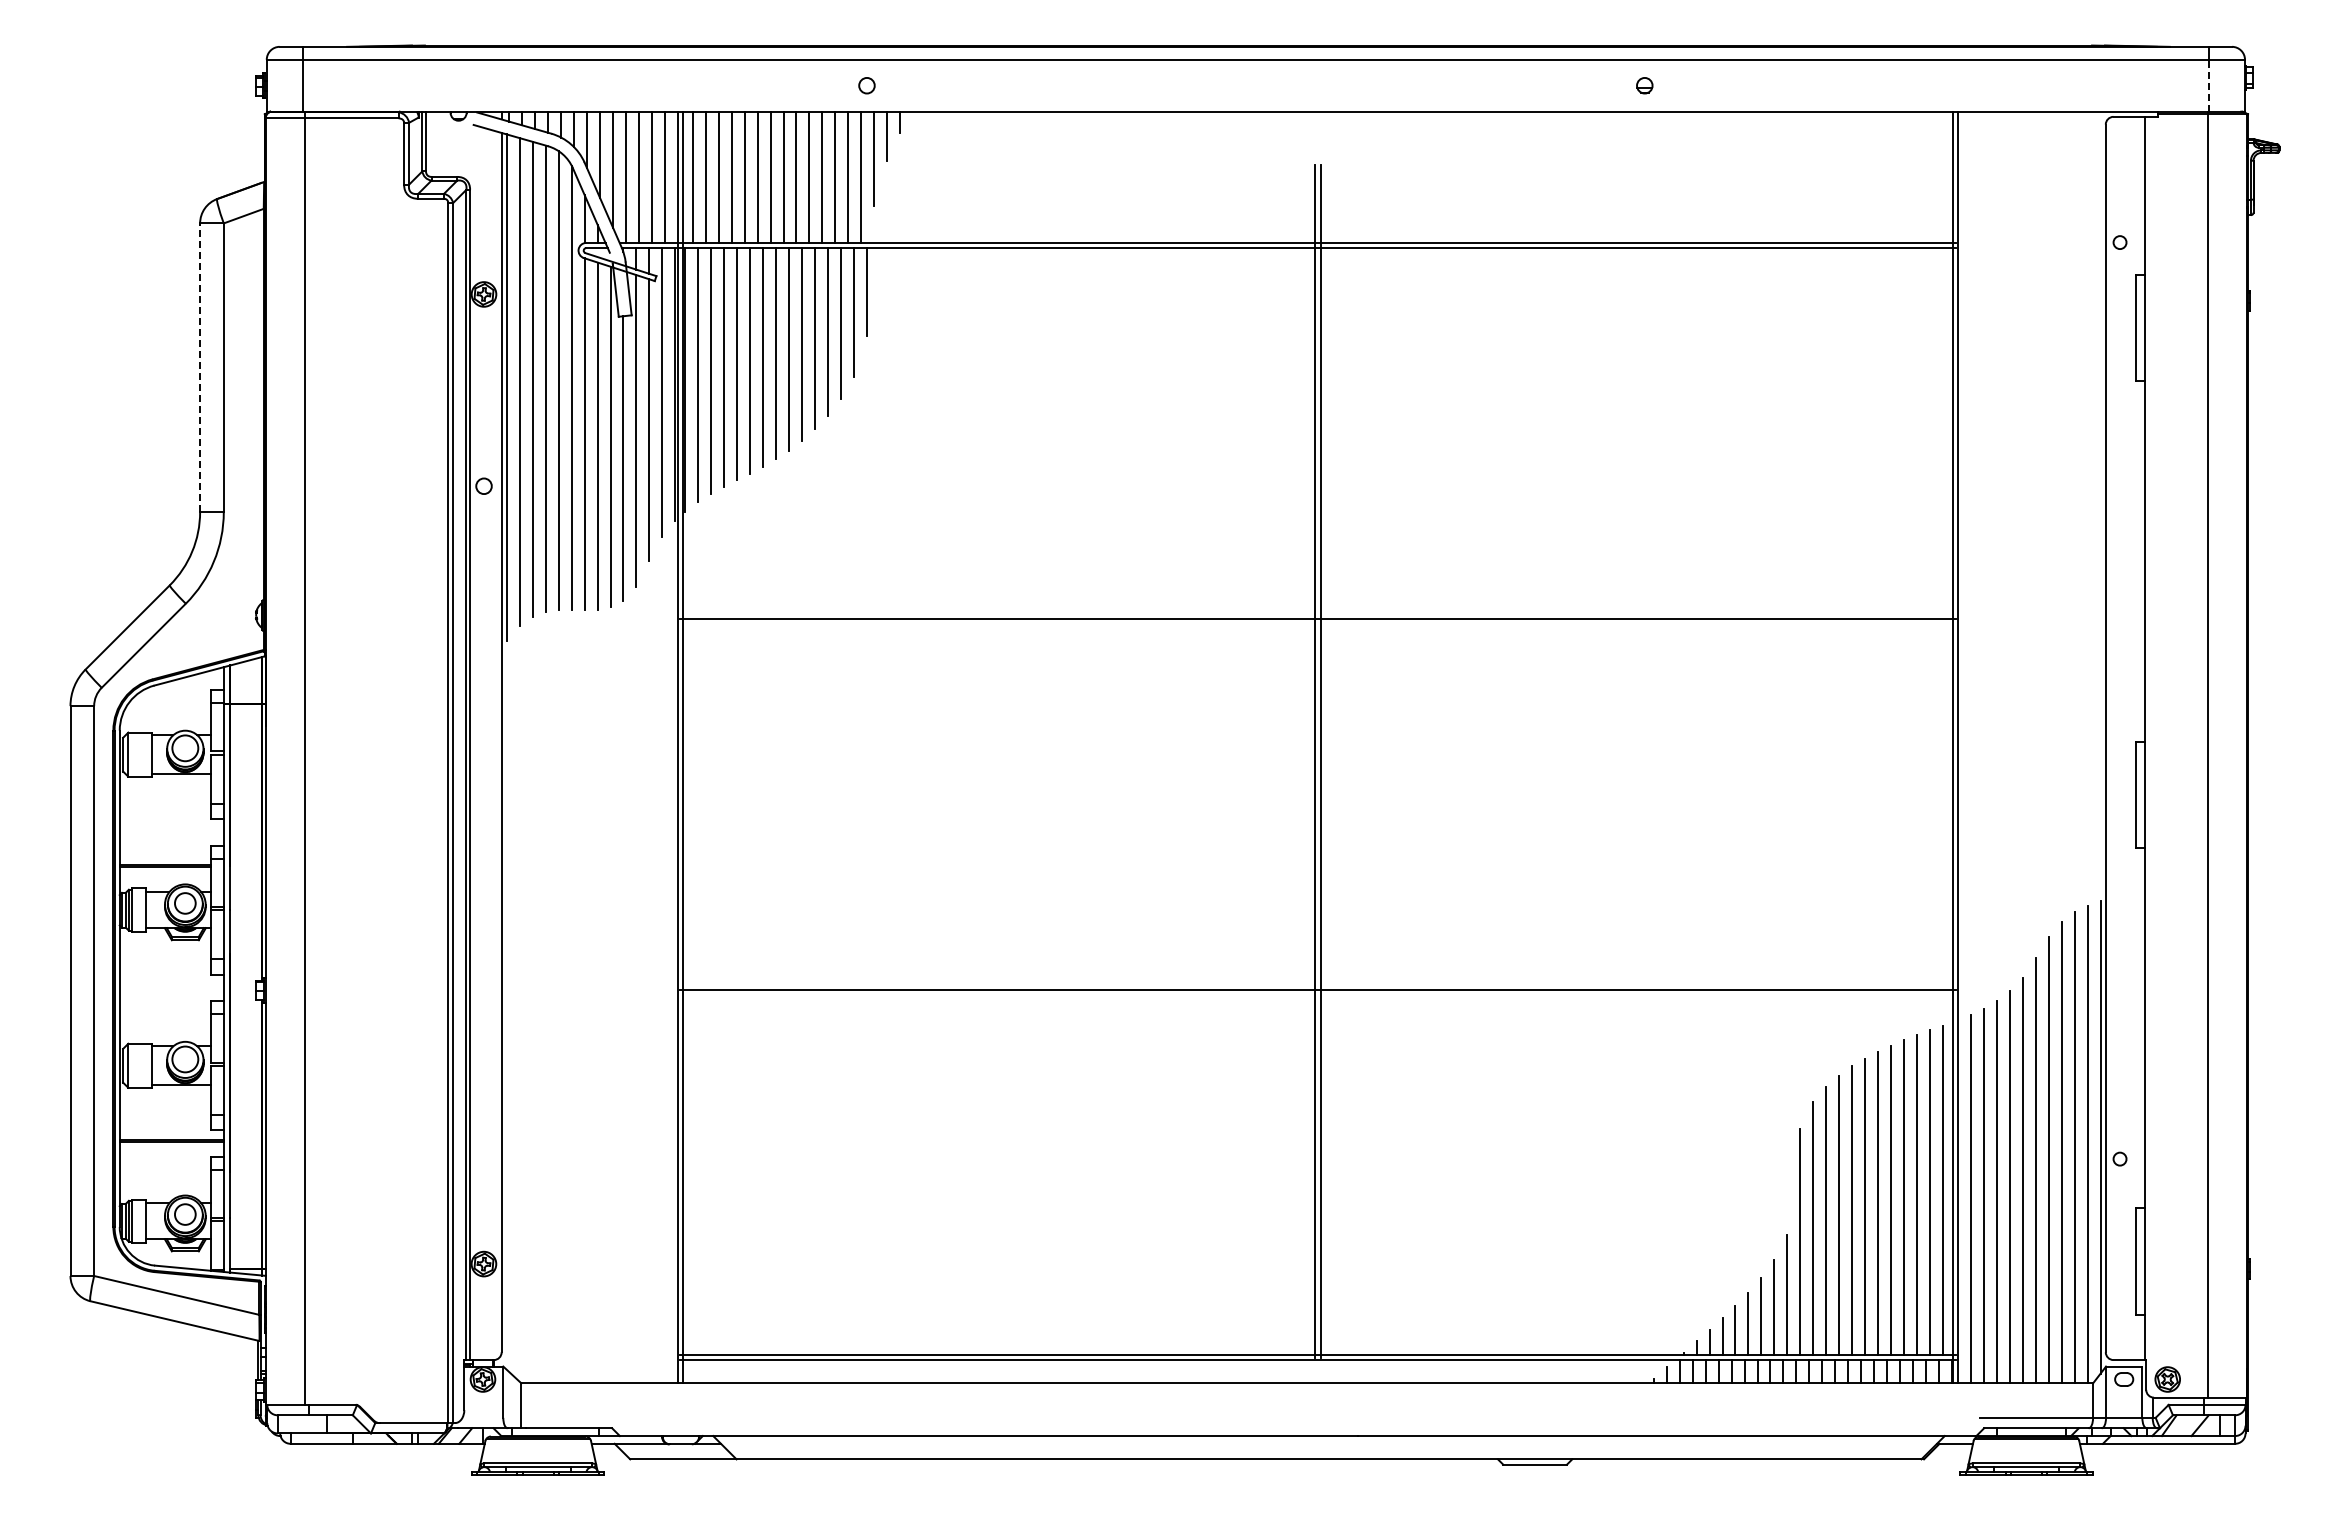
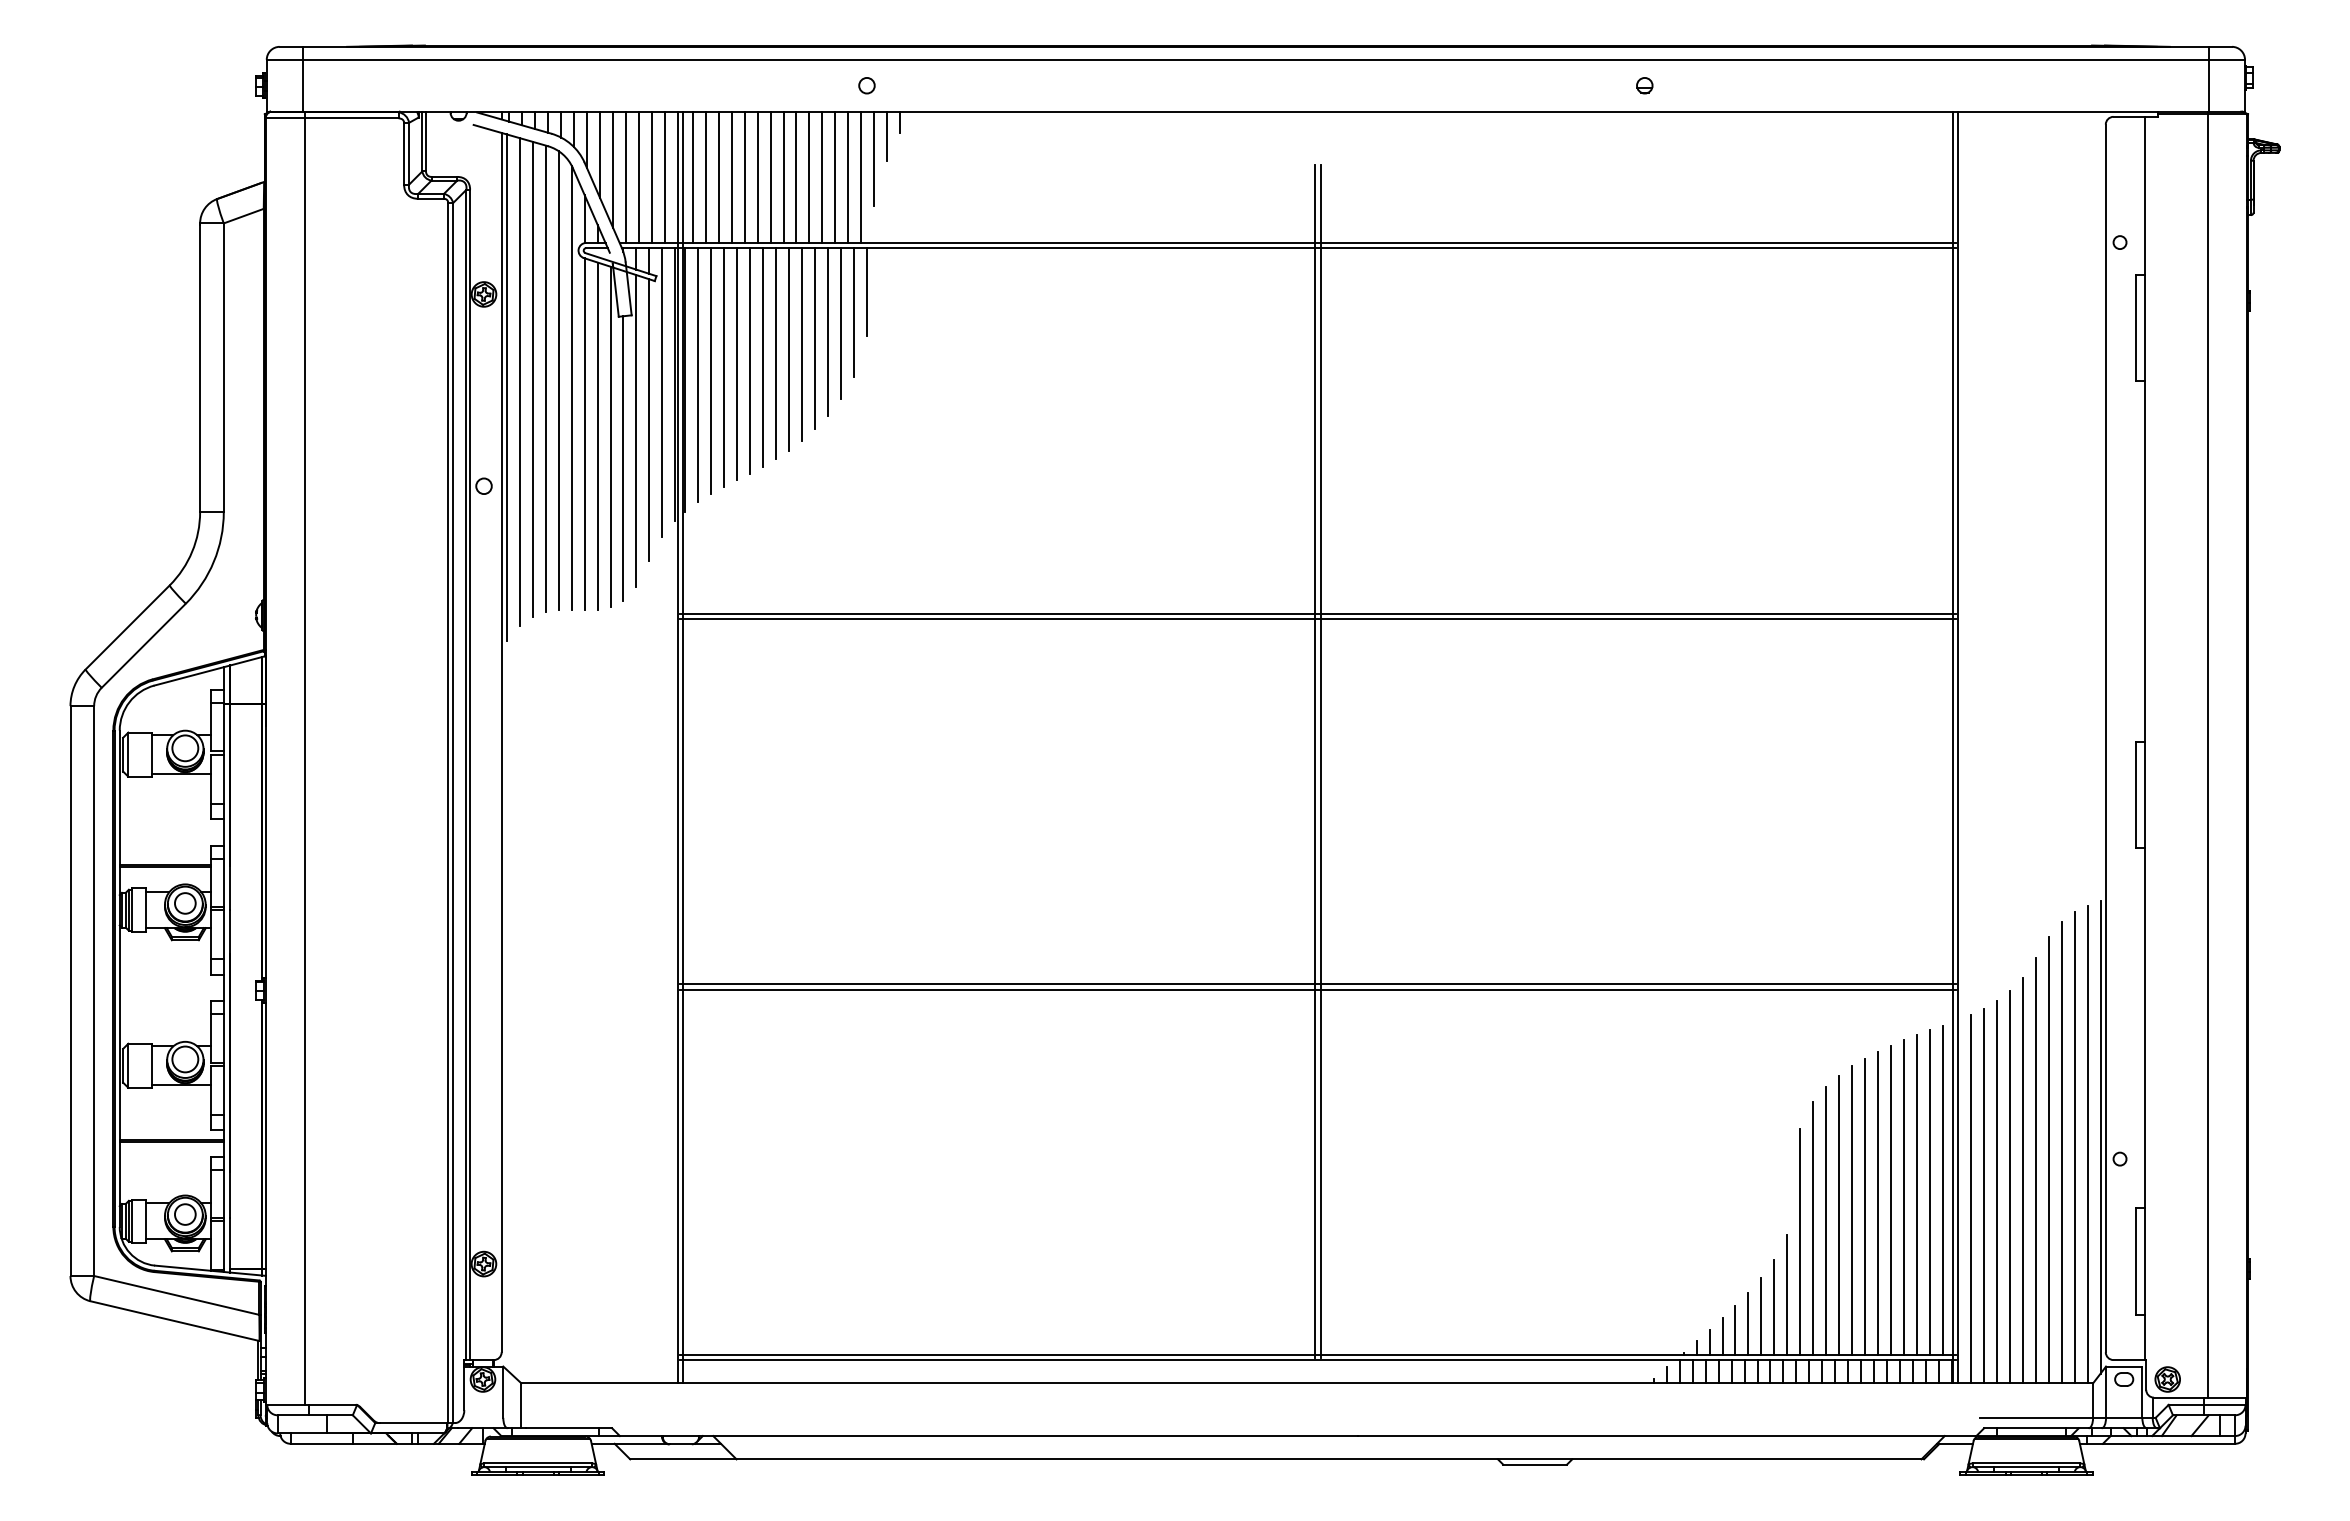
line at (2208, 85): dashed -> solid
line at (200, 367): dashed -> solid
line at (1317, 613): none -> present
line at (1317, 984): none -> present
